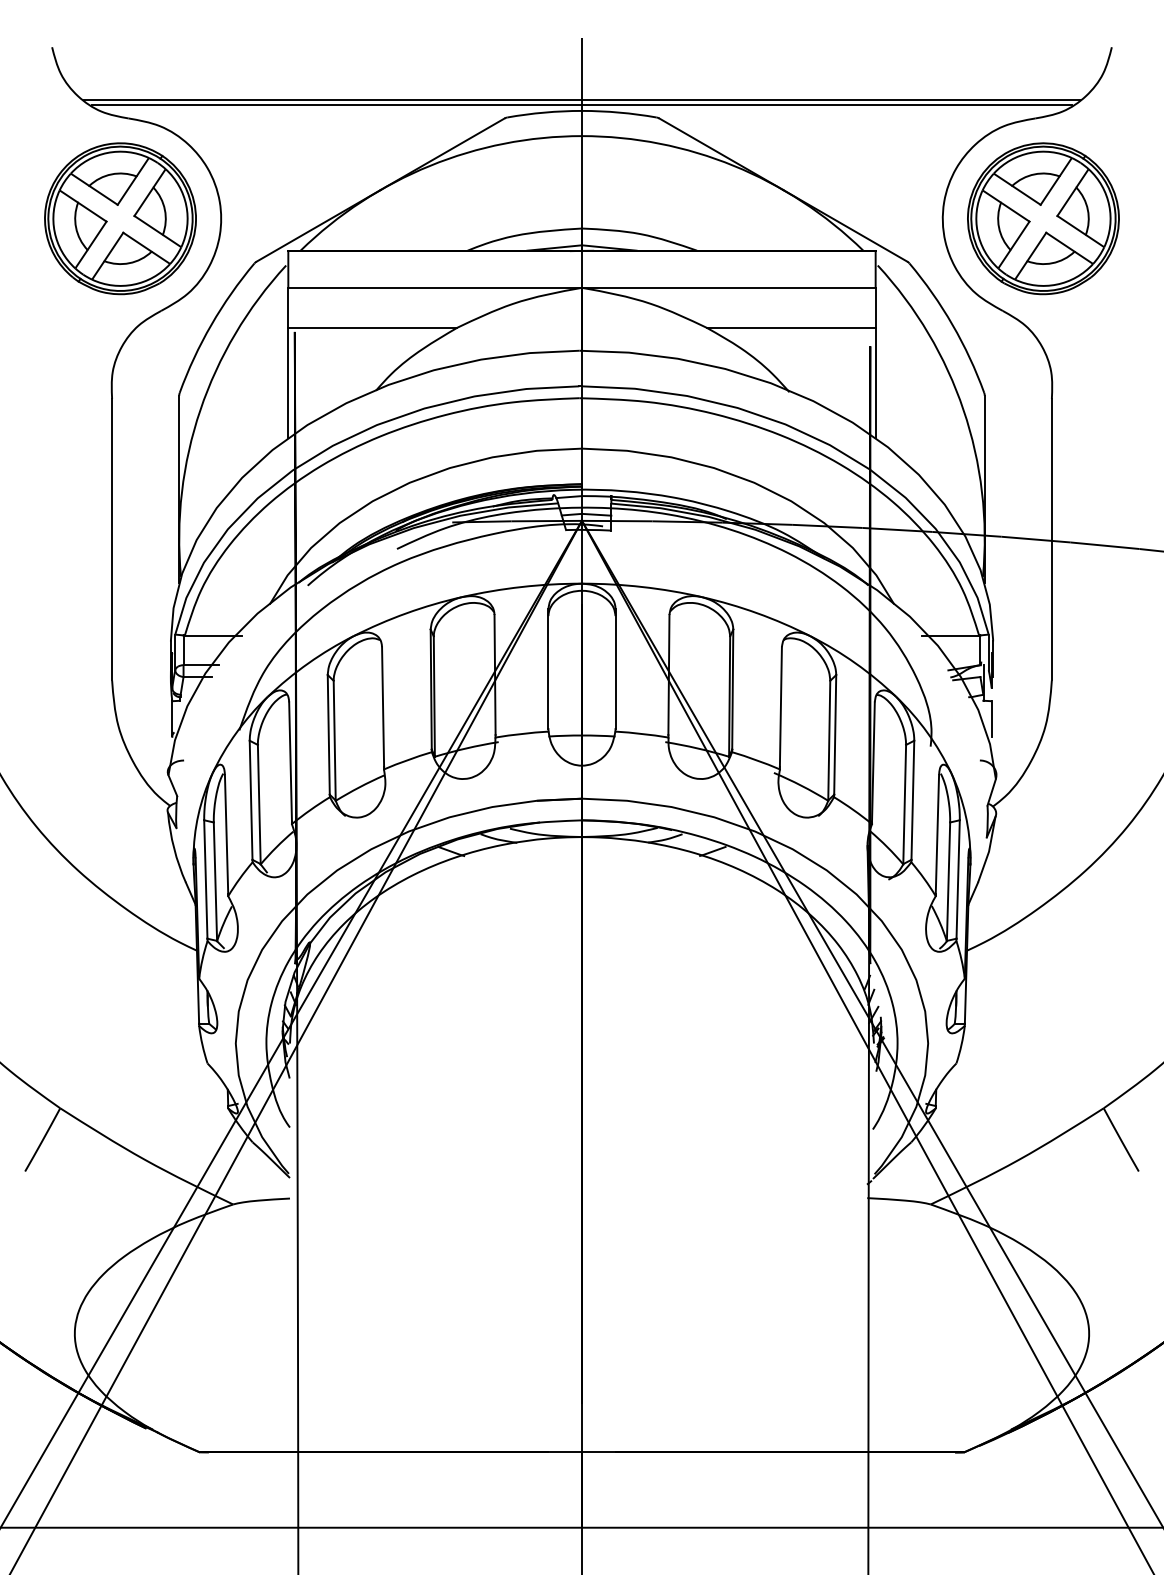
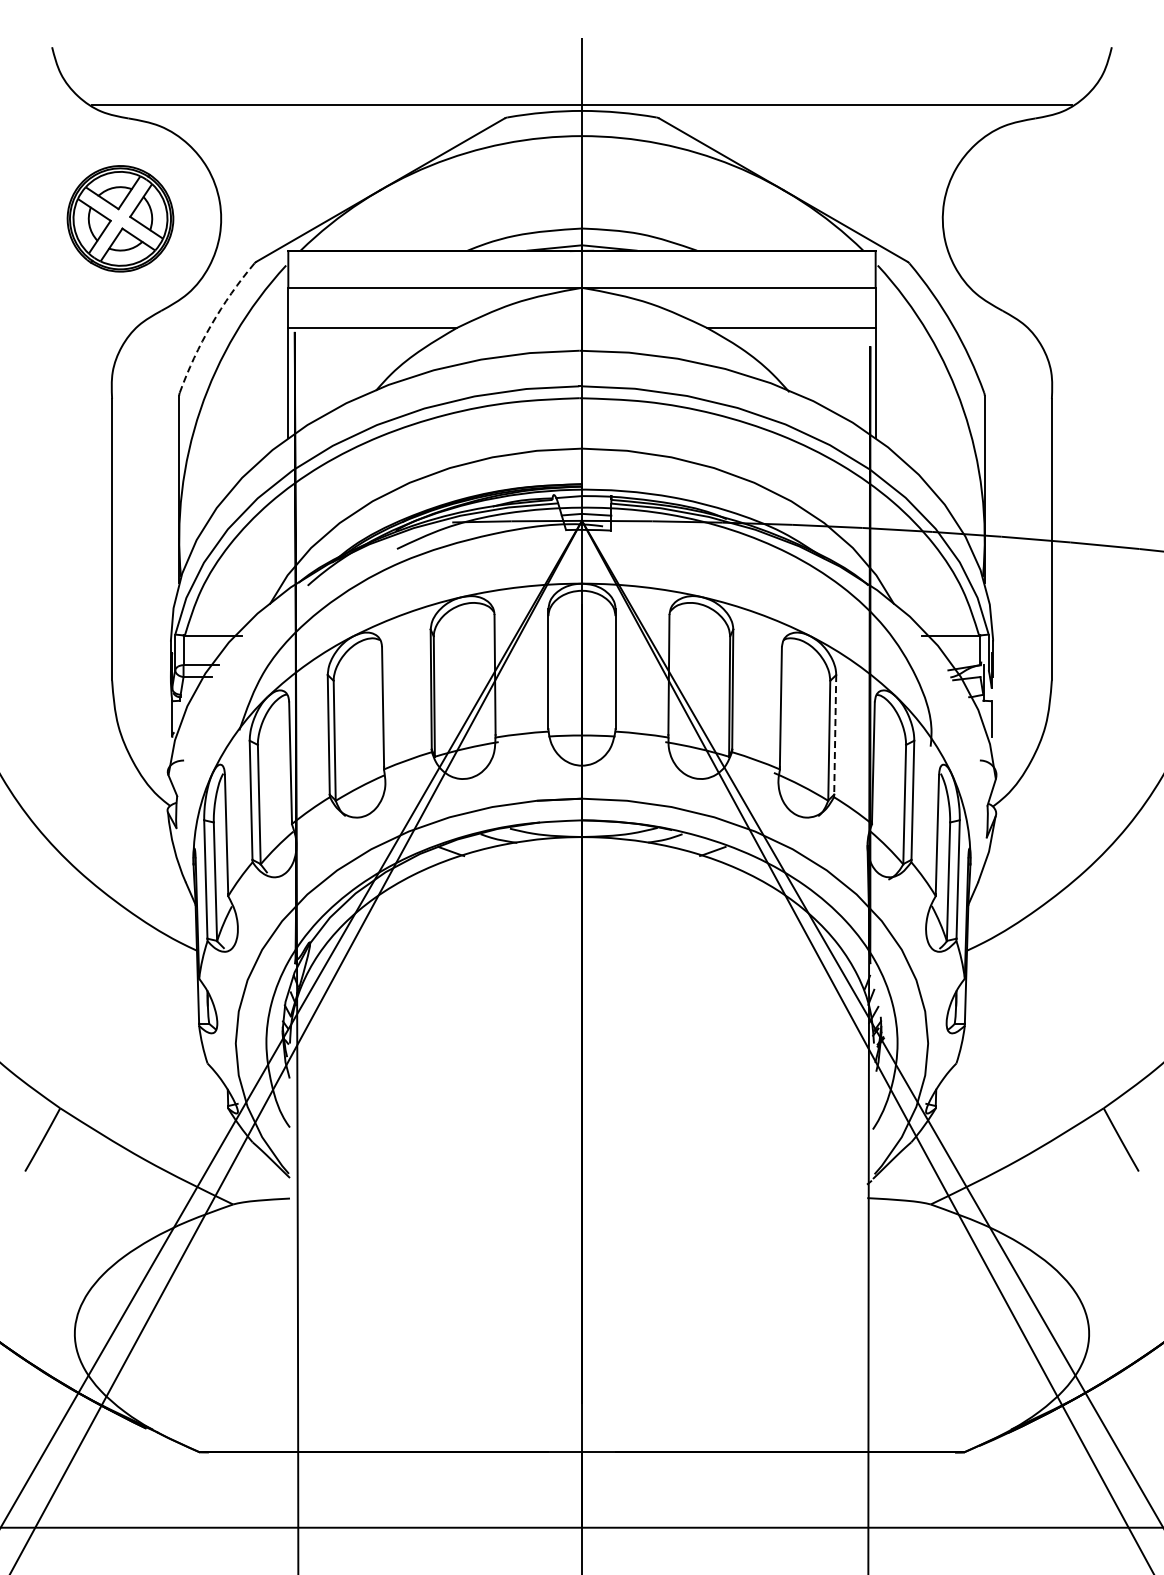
line at (581, 100): present -> none
part at (120, 218) size: 153x154 px -> 109x108 px
part at (1043, 218): present -> none
arc at (211, 324): solid -> dashed
line at (835, 734): solid -> dashed
